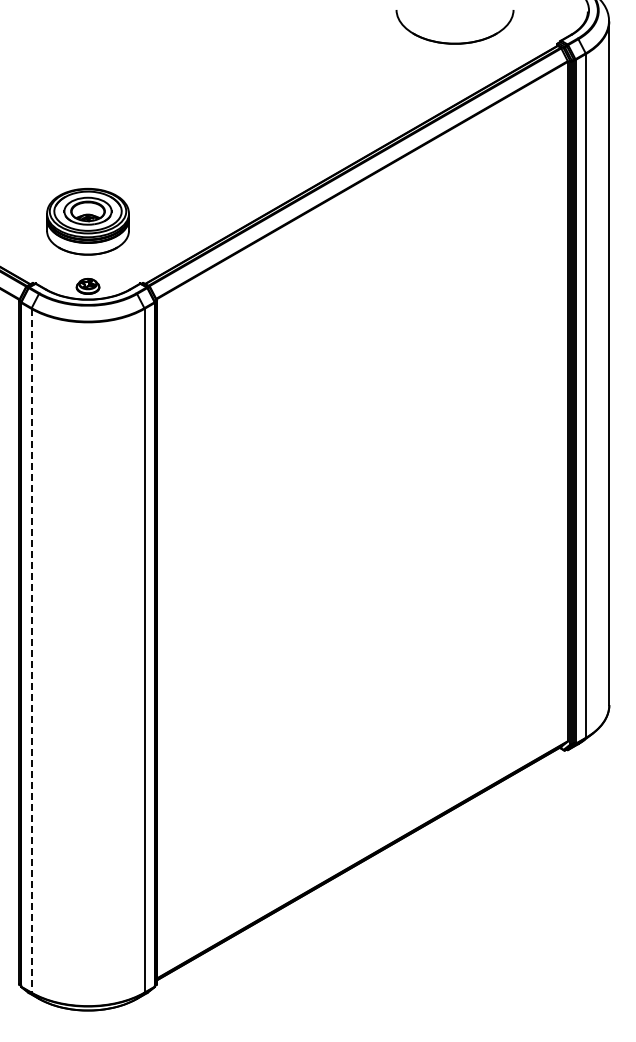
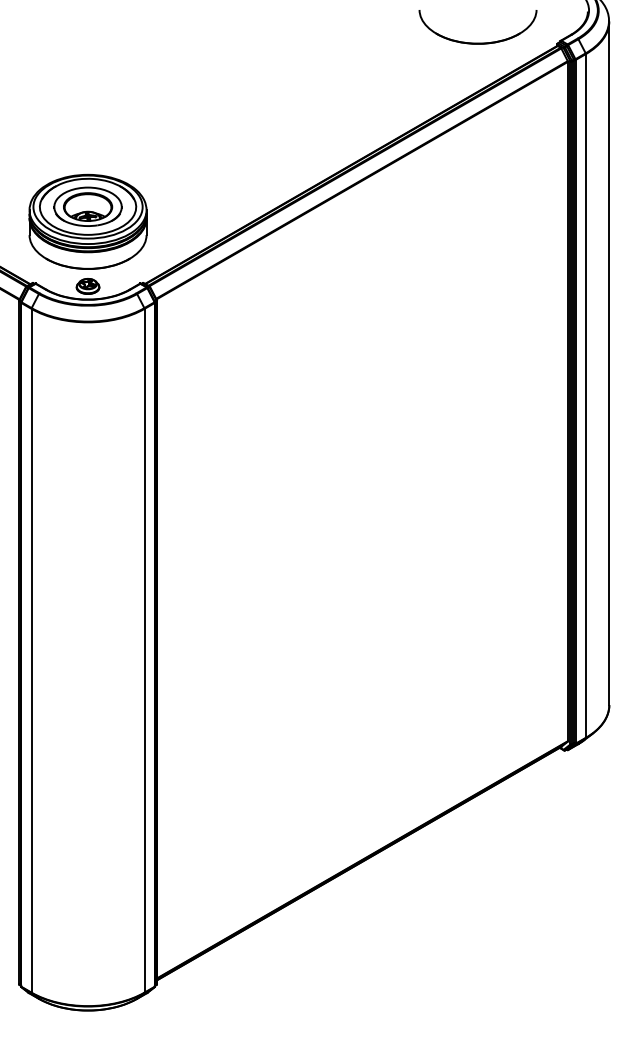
part at (454, 42) position: (454, 42) -> (477, 42)
part at (87, 221) size: 84x69 px -> 120x97 px
line at (31, 650): dashed -> solid
